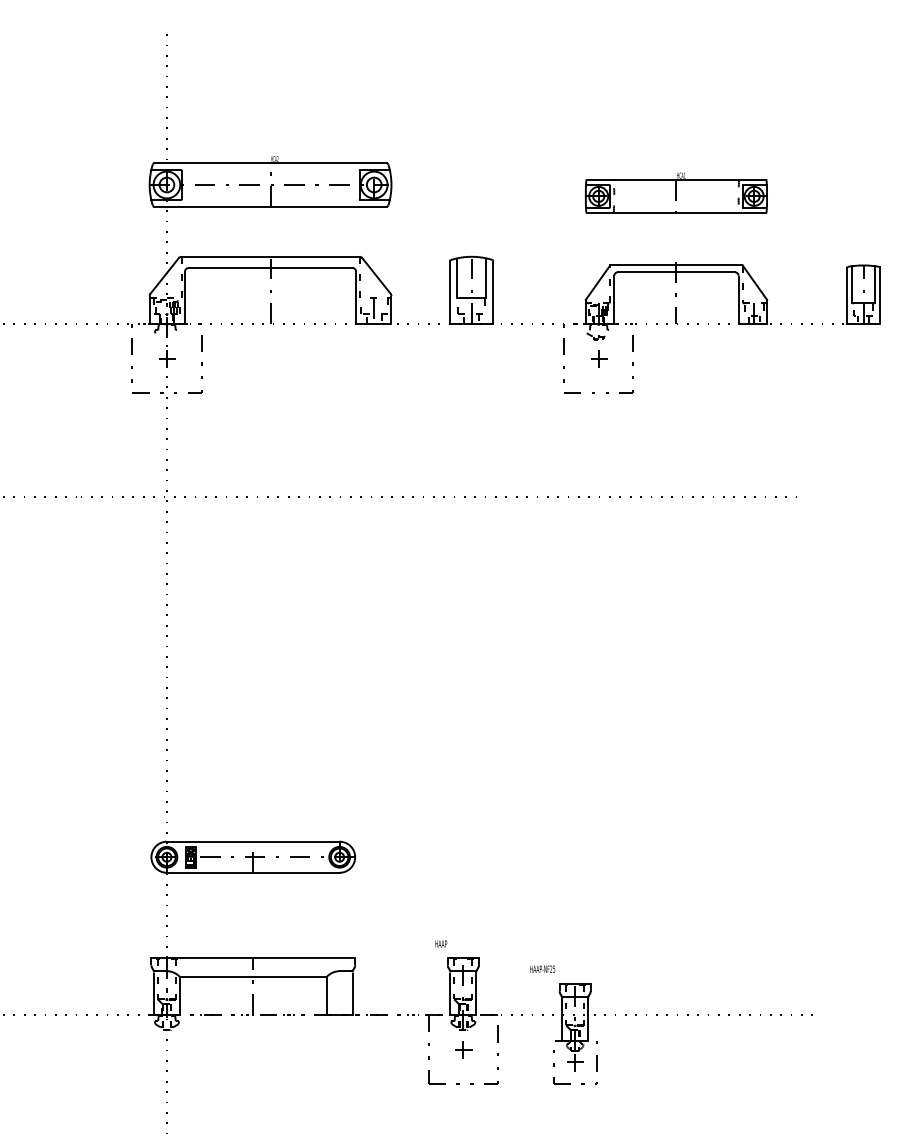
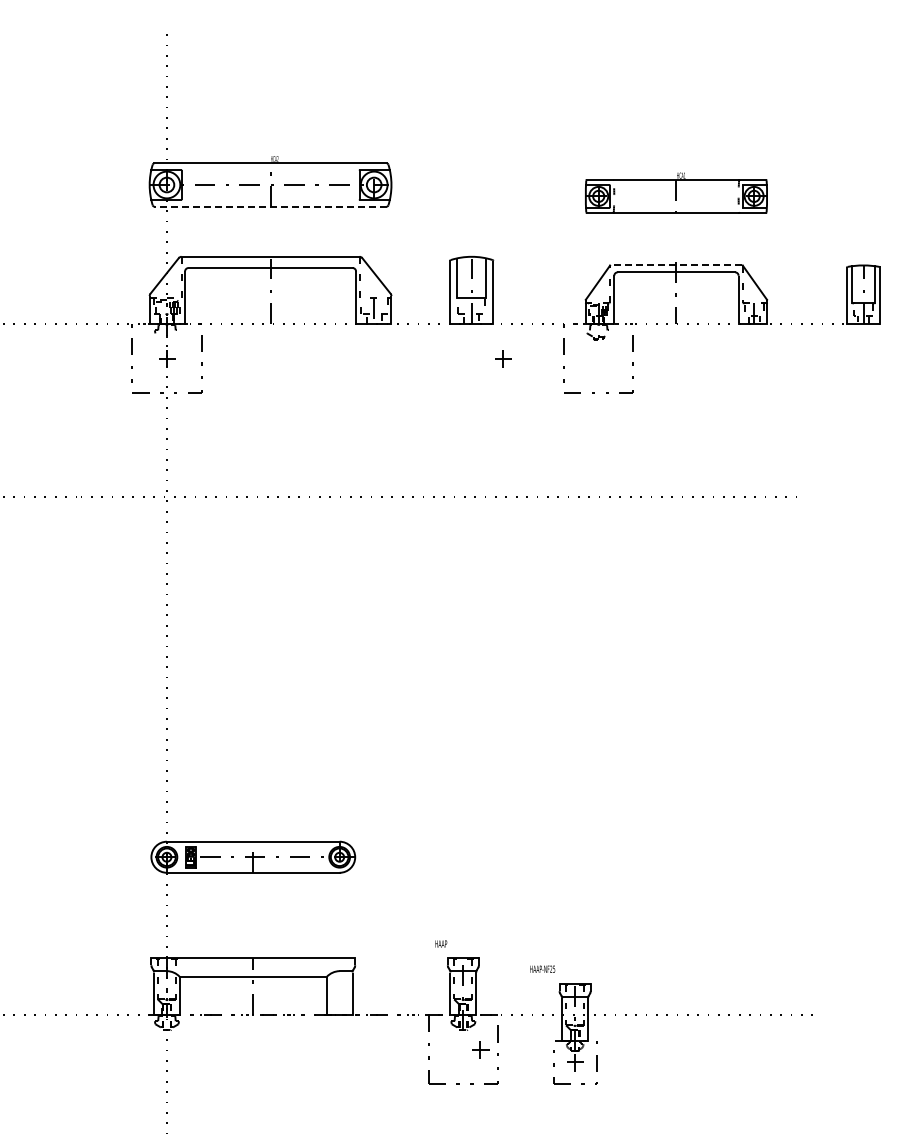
line at (270, 206): solid -> dashed
line at (676, 265): solid -> dashed
part at (599, 358) position: (599, 358) -> (503, 358)
part at (463, 1049) position: (463, 1049) -> (480, 1049)
